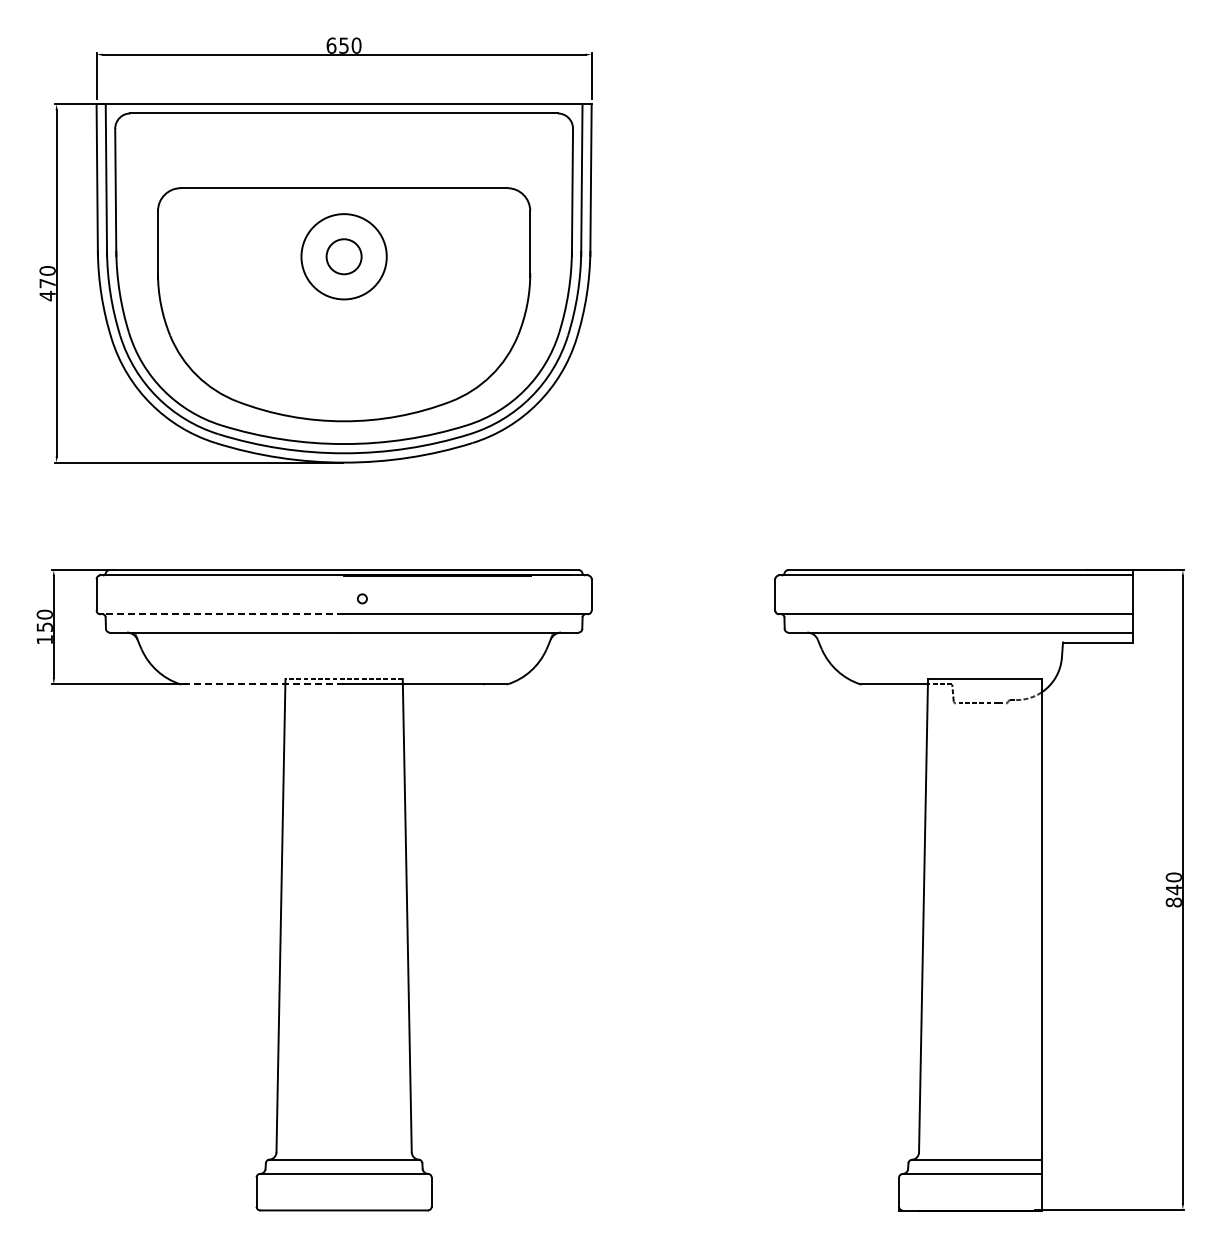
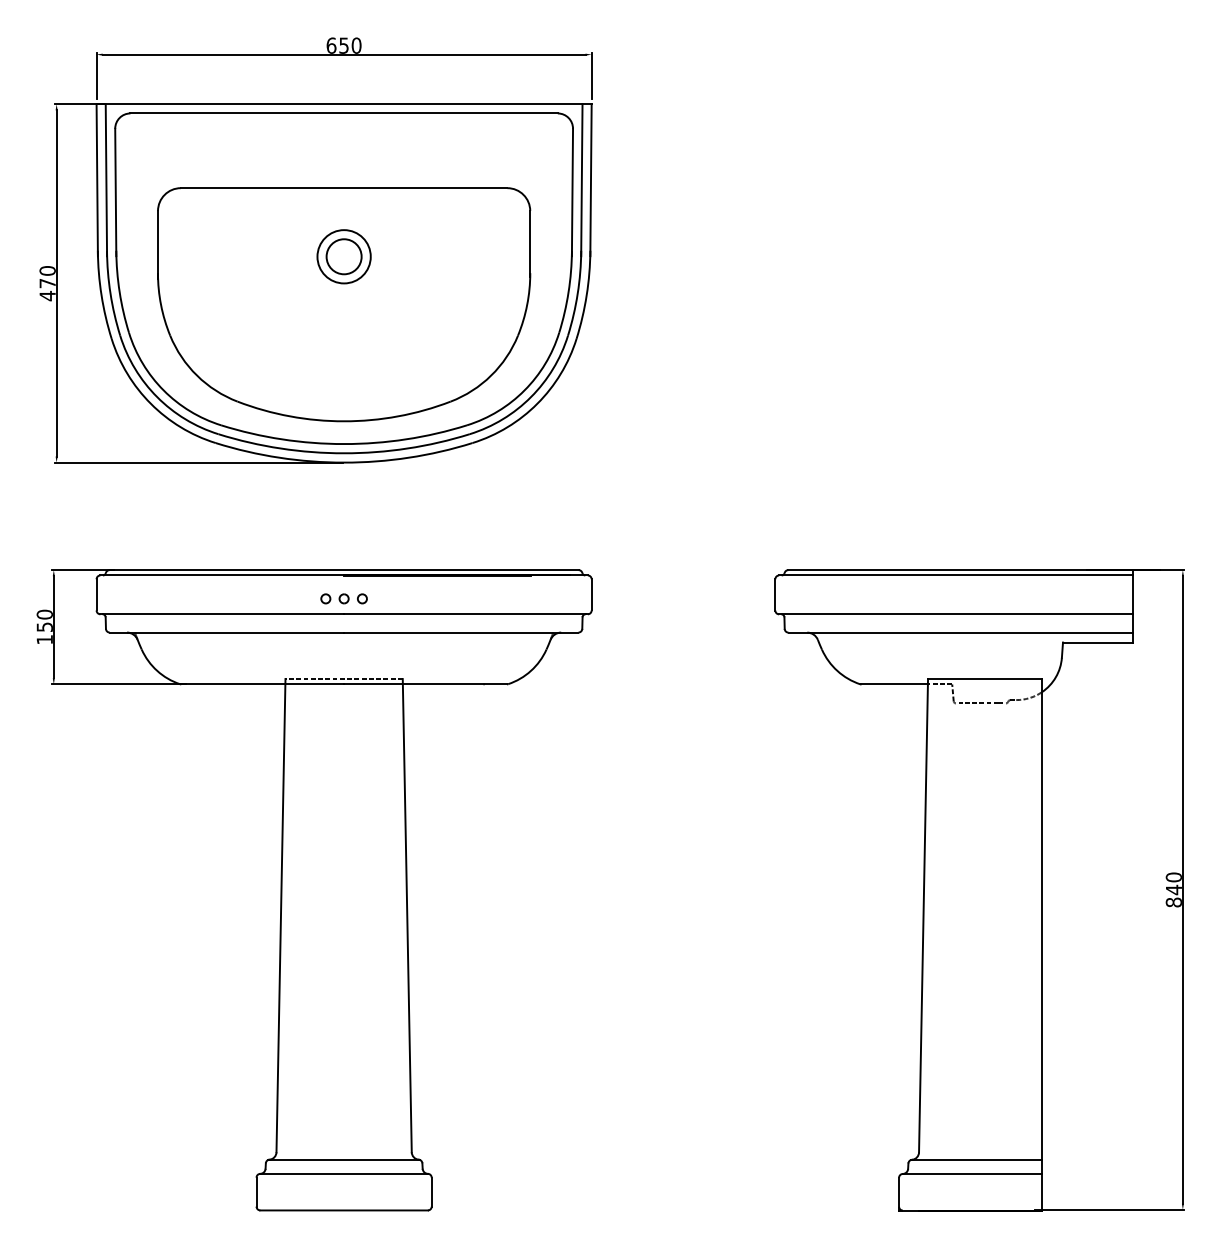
circle at (343, 256) diameter: 85 px -> 53 px
part at (334, 598): none -> present
line at (223, 614): dashed -> solid
line at (262, 684): dashed -> solid
